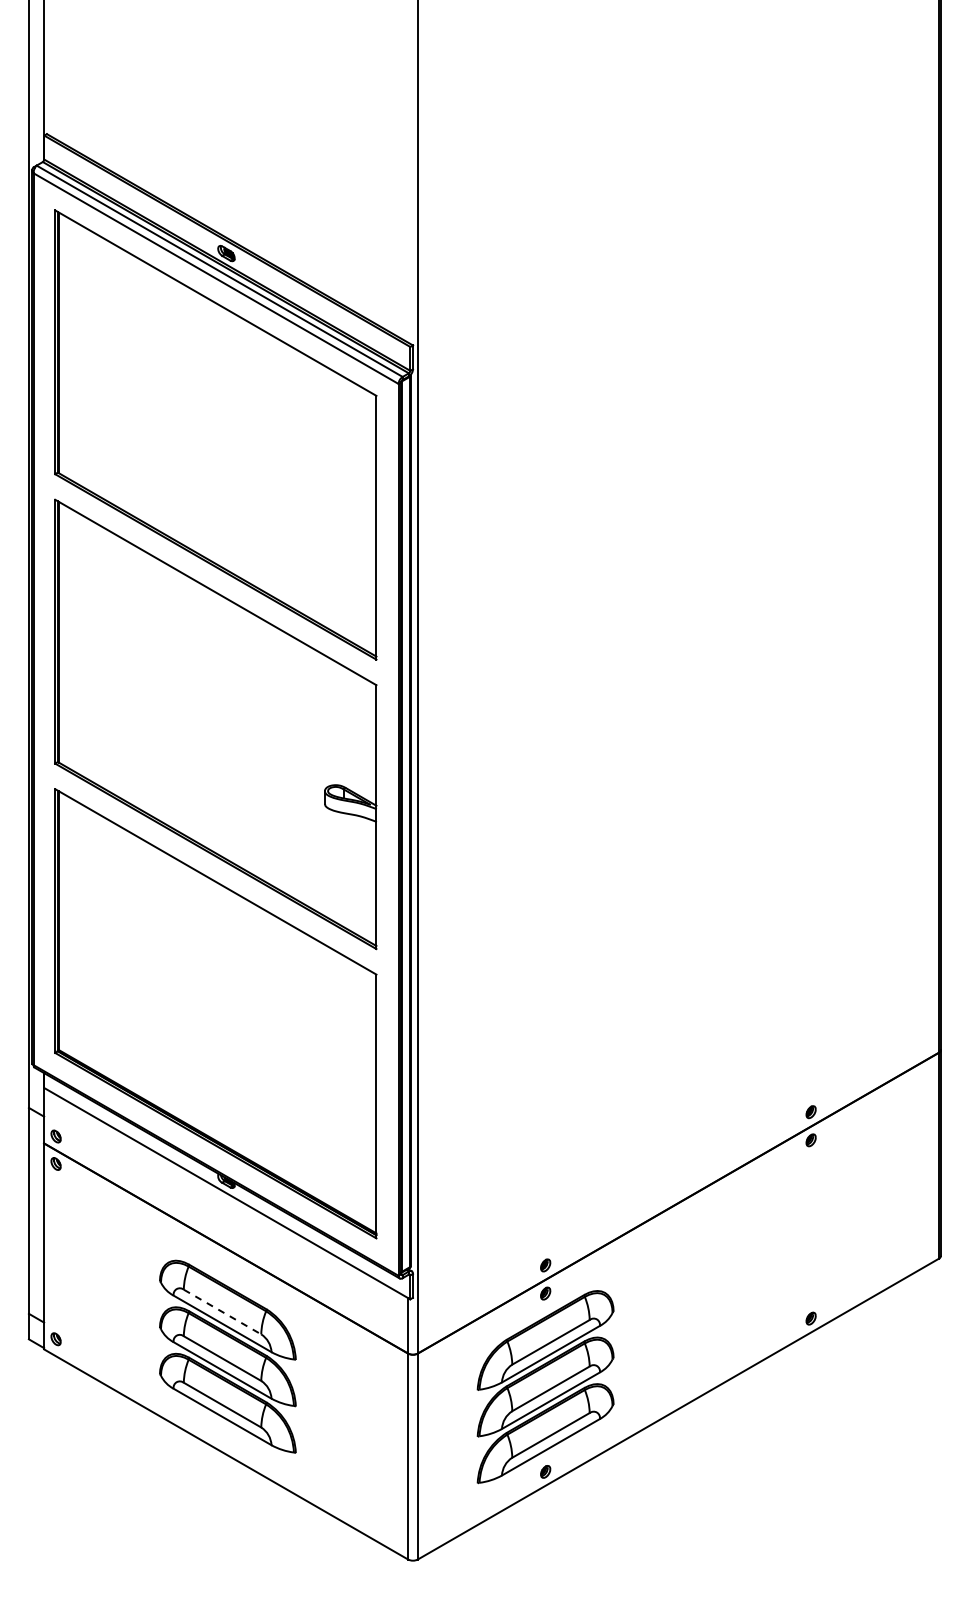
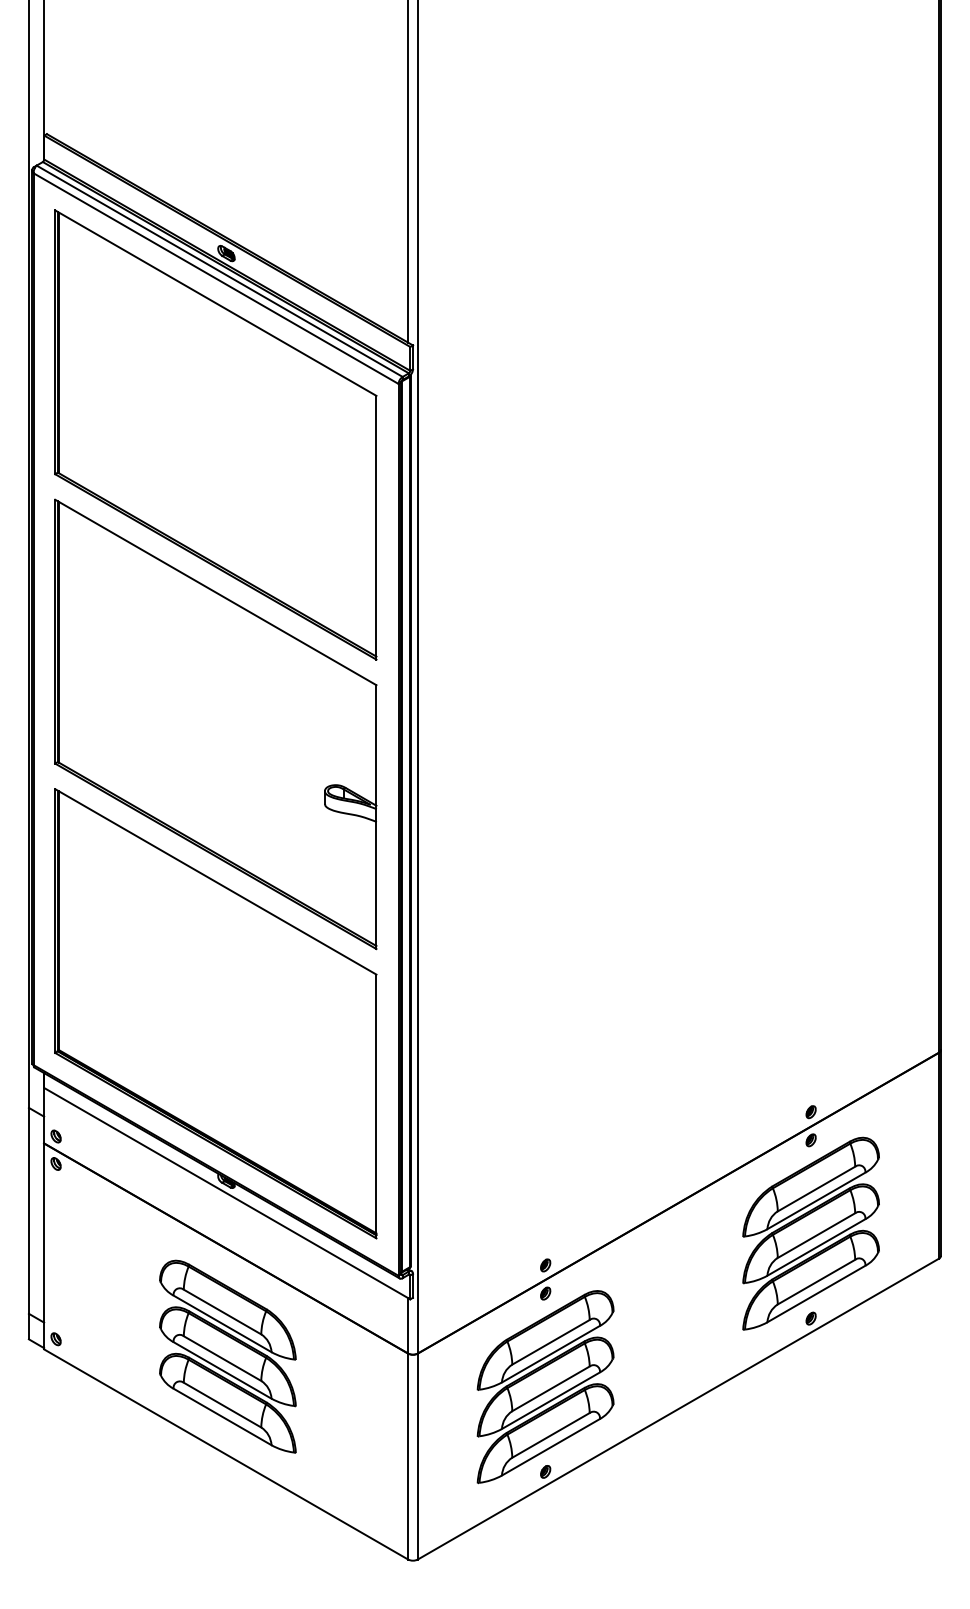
line at (408, 172): none -> present
part at (810, 1233): none -> present
line at (222, 1312): dashed -> solid
